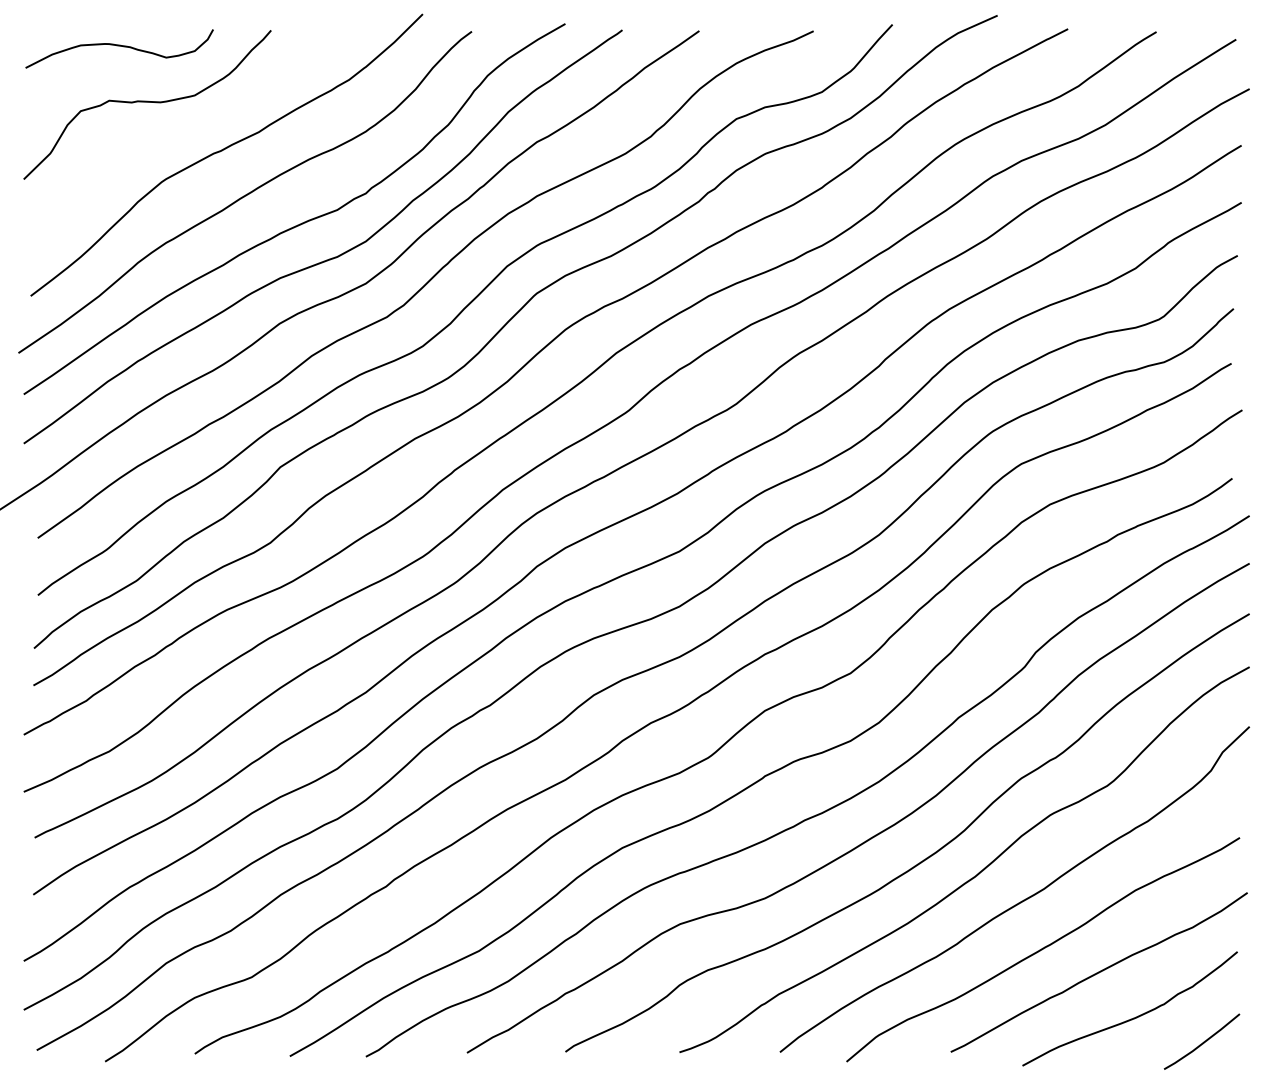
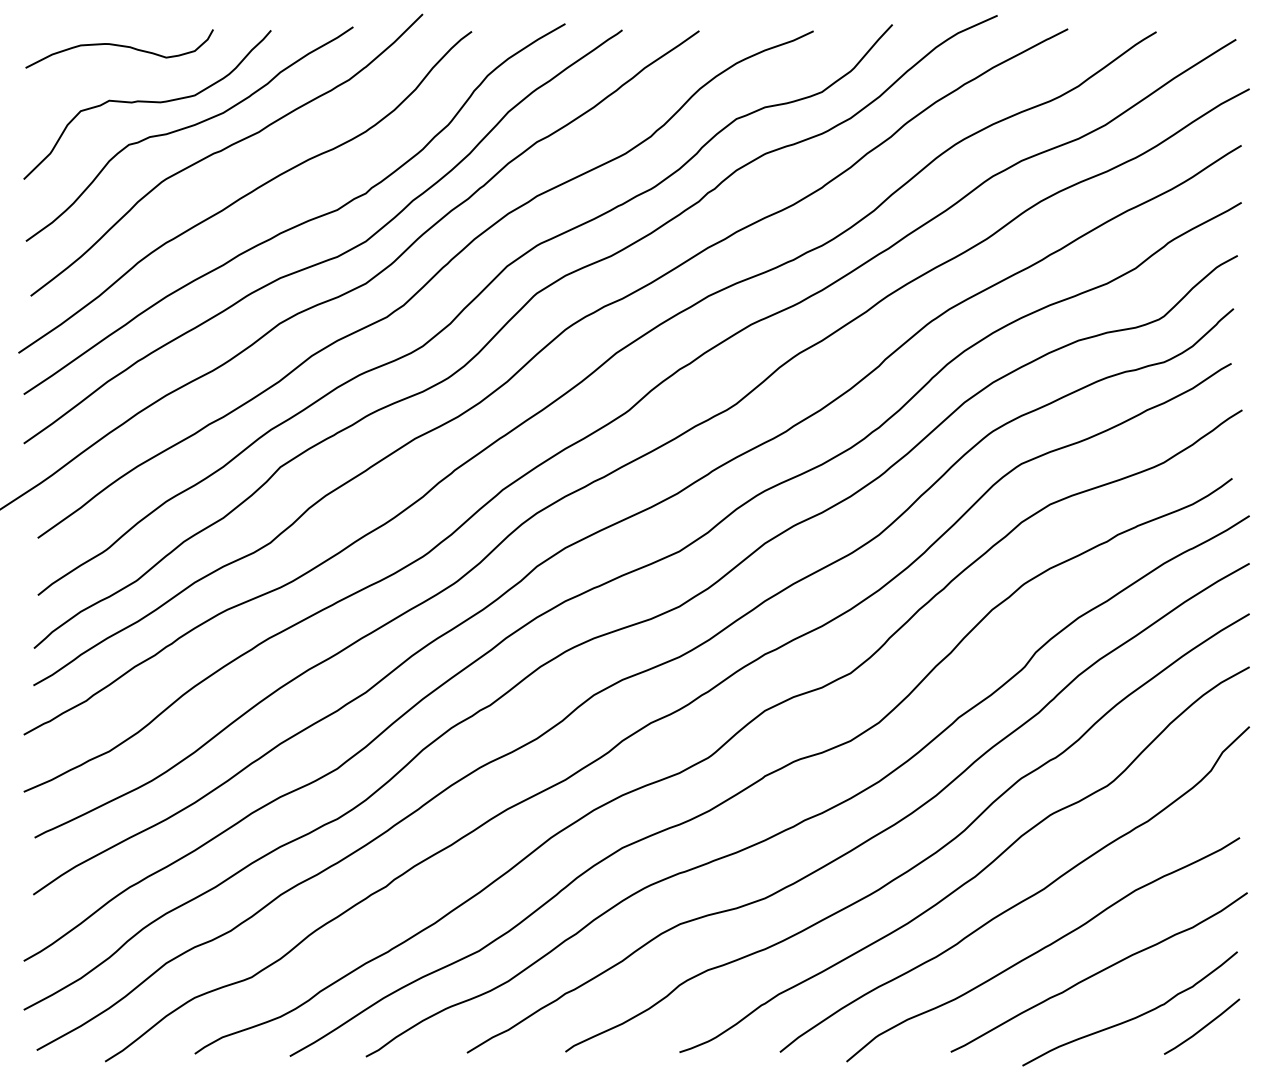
curve at (187, 128): none -> present
line at (1202, 1042) position: (1202, 1042) -> (1202, 1027)
